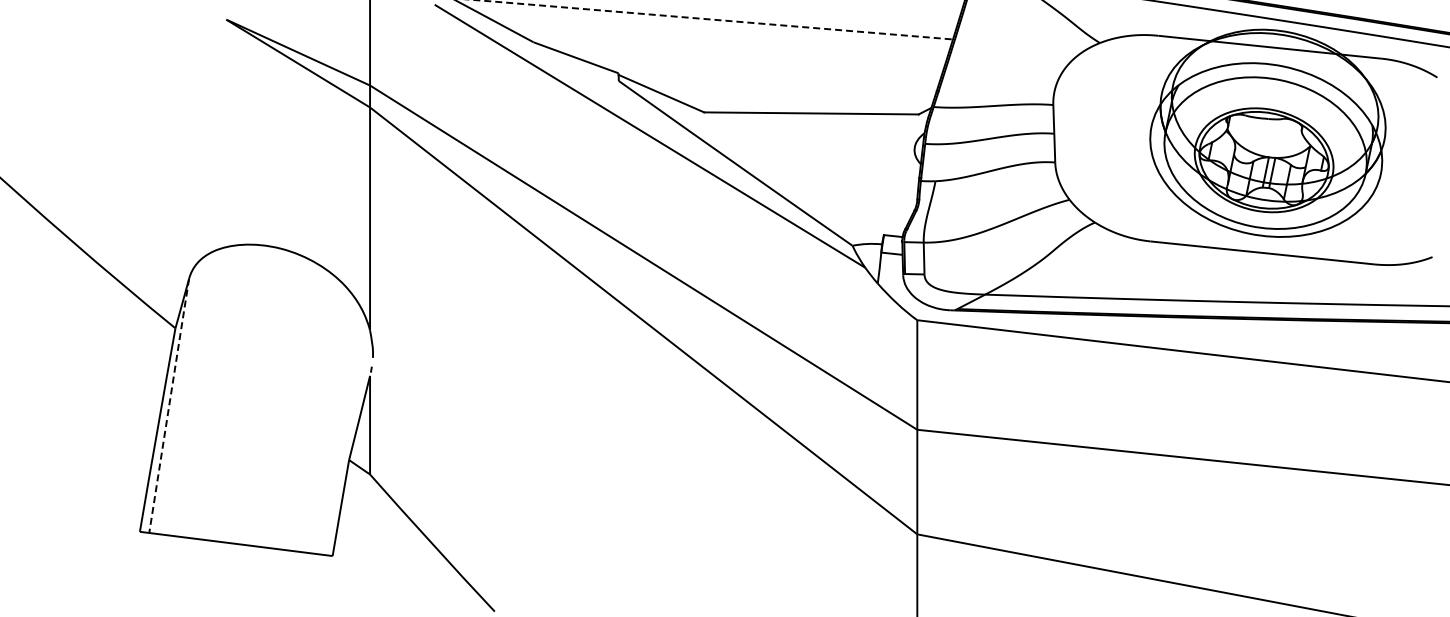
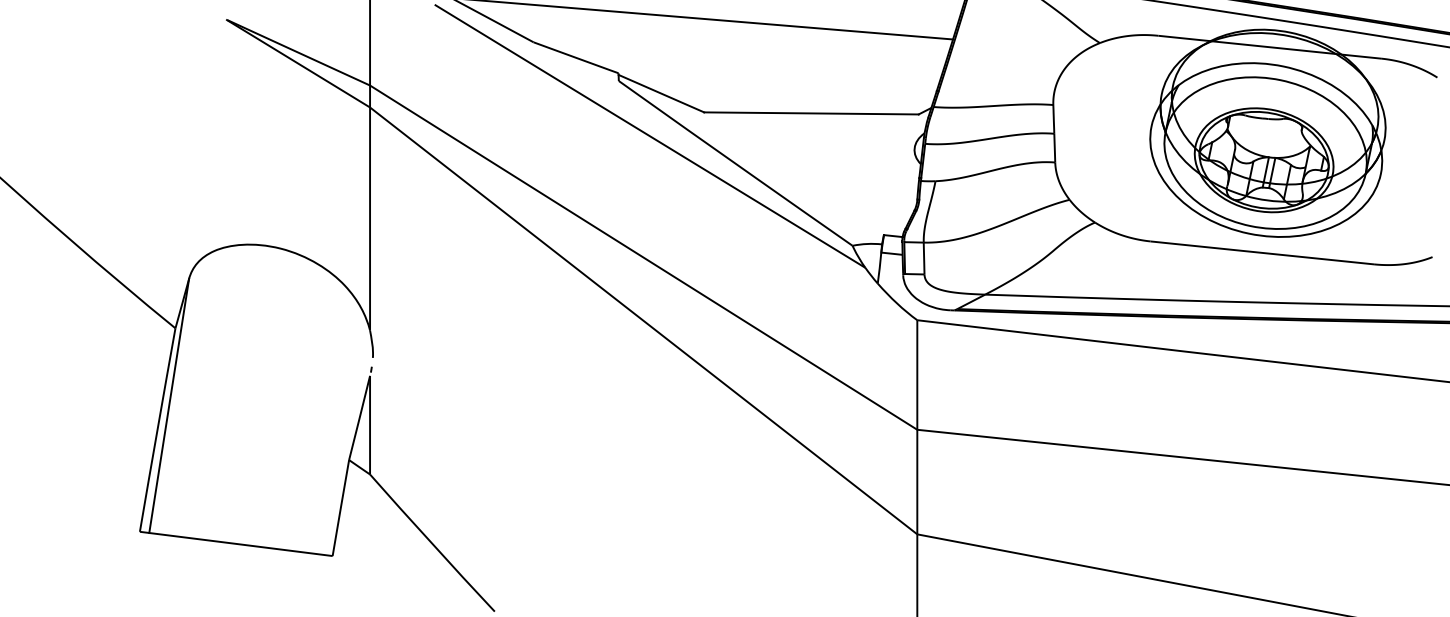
line at (714, 19): dashed -> solid
line at (169, 405): dashed -> solid
